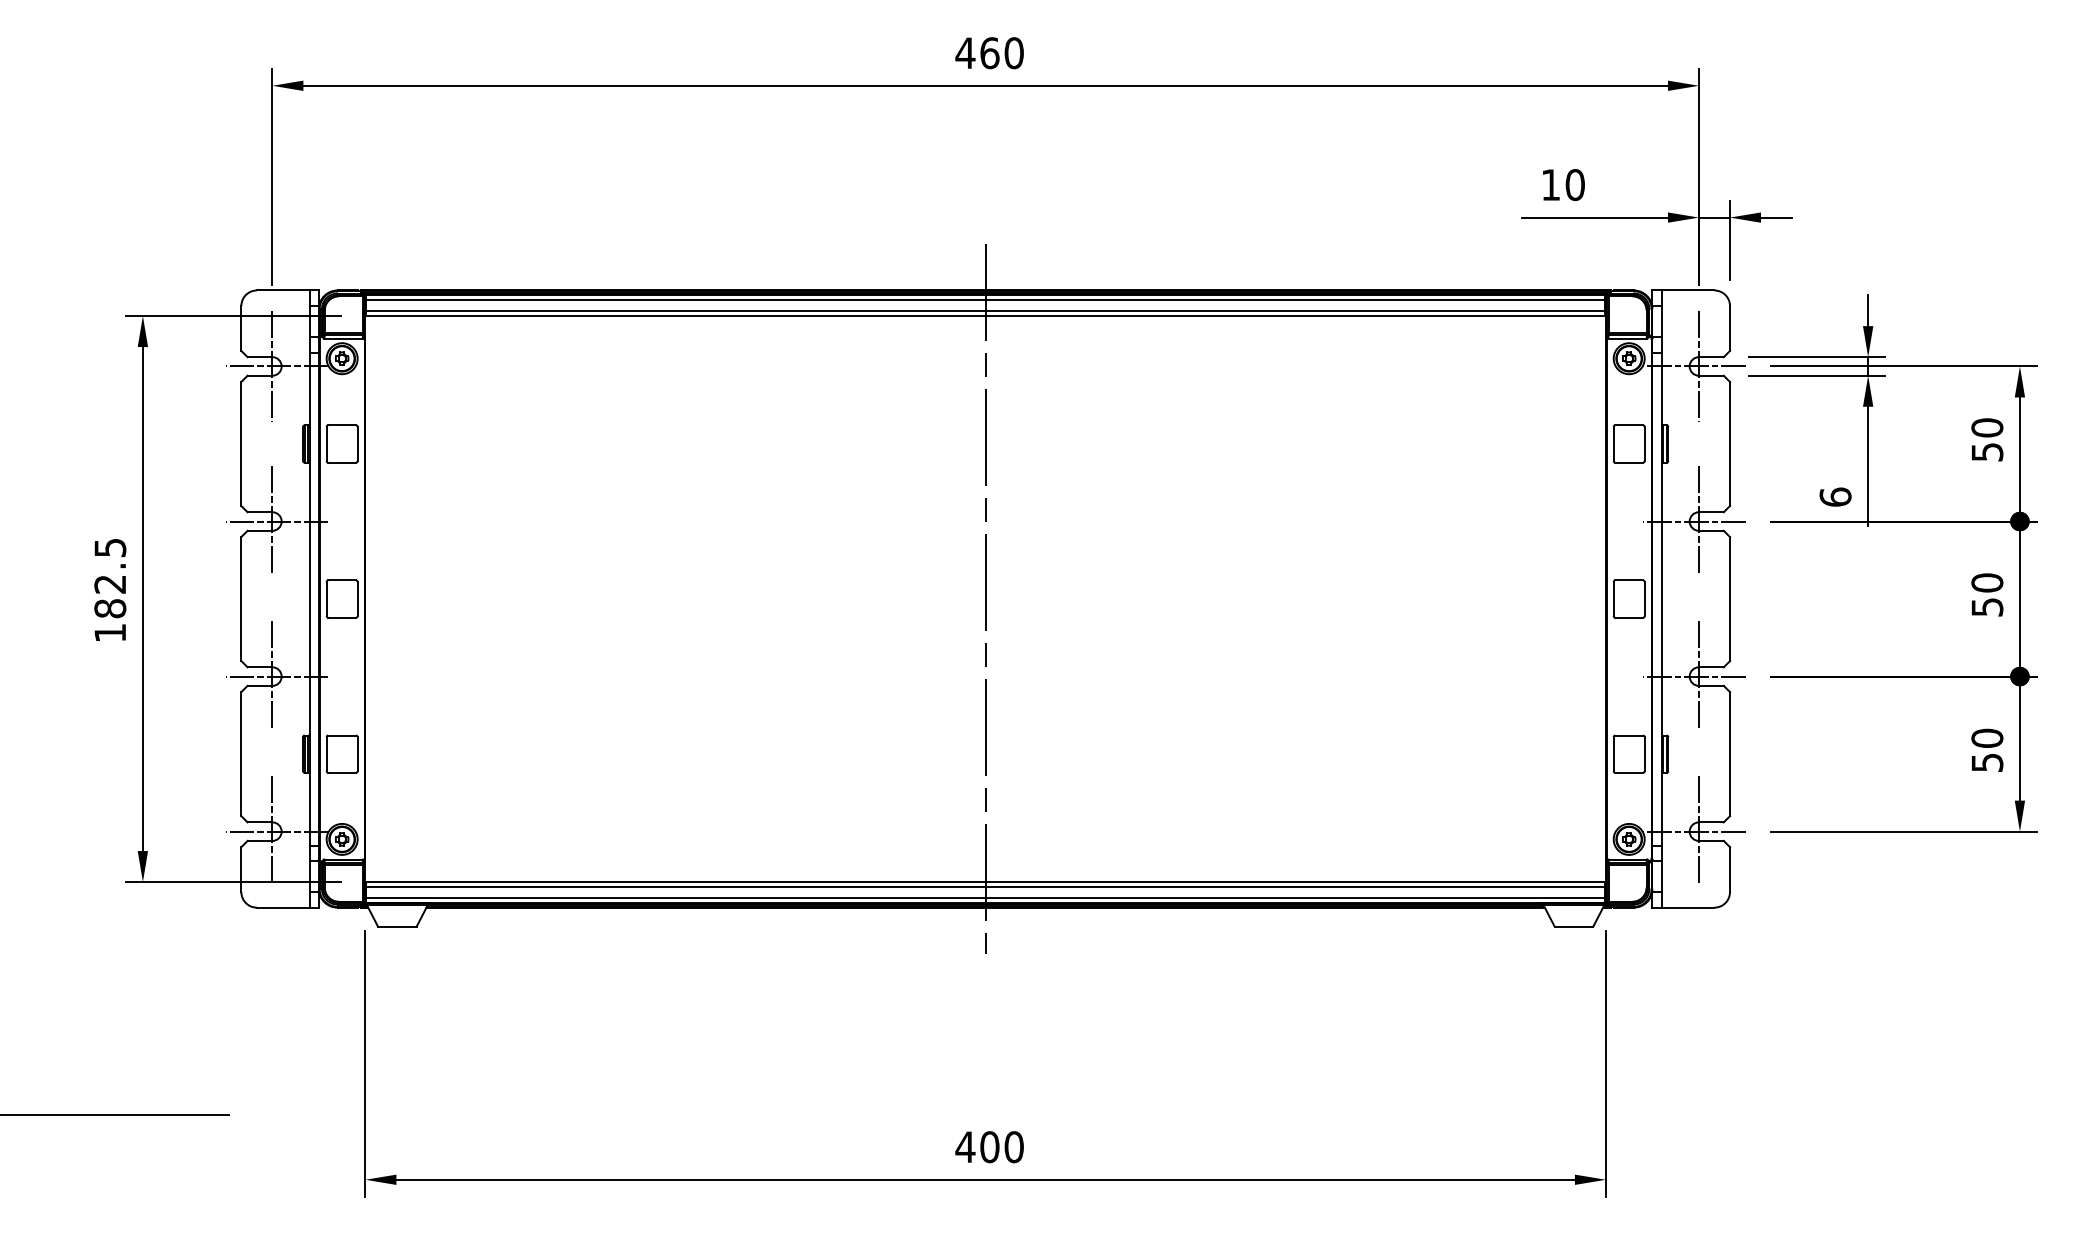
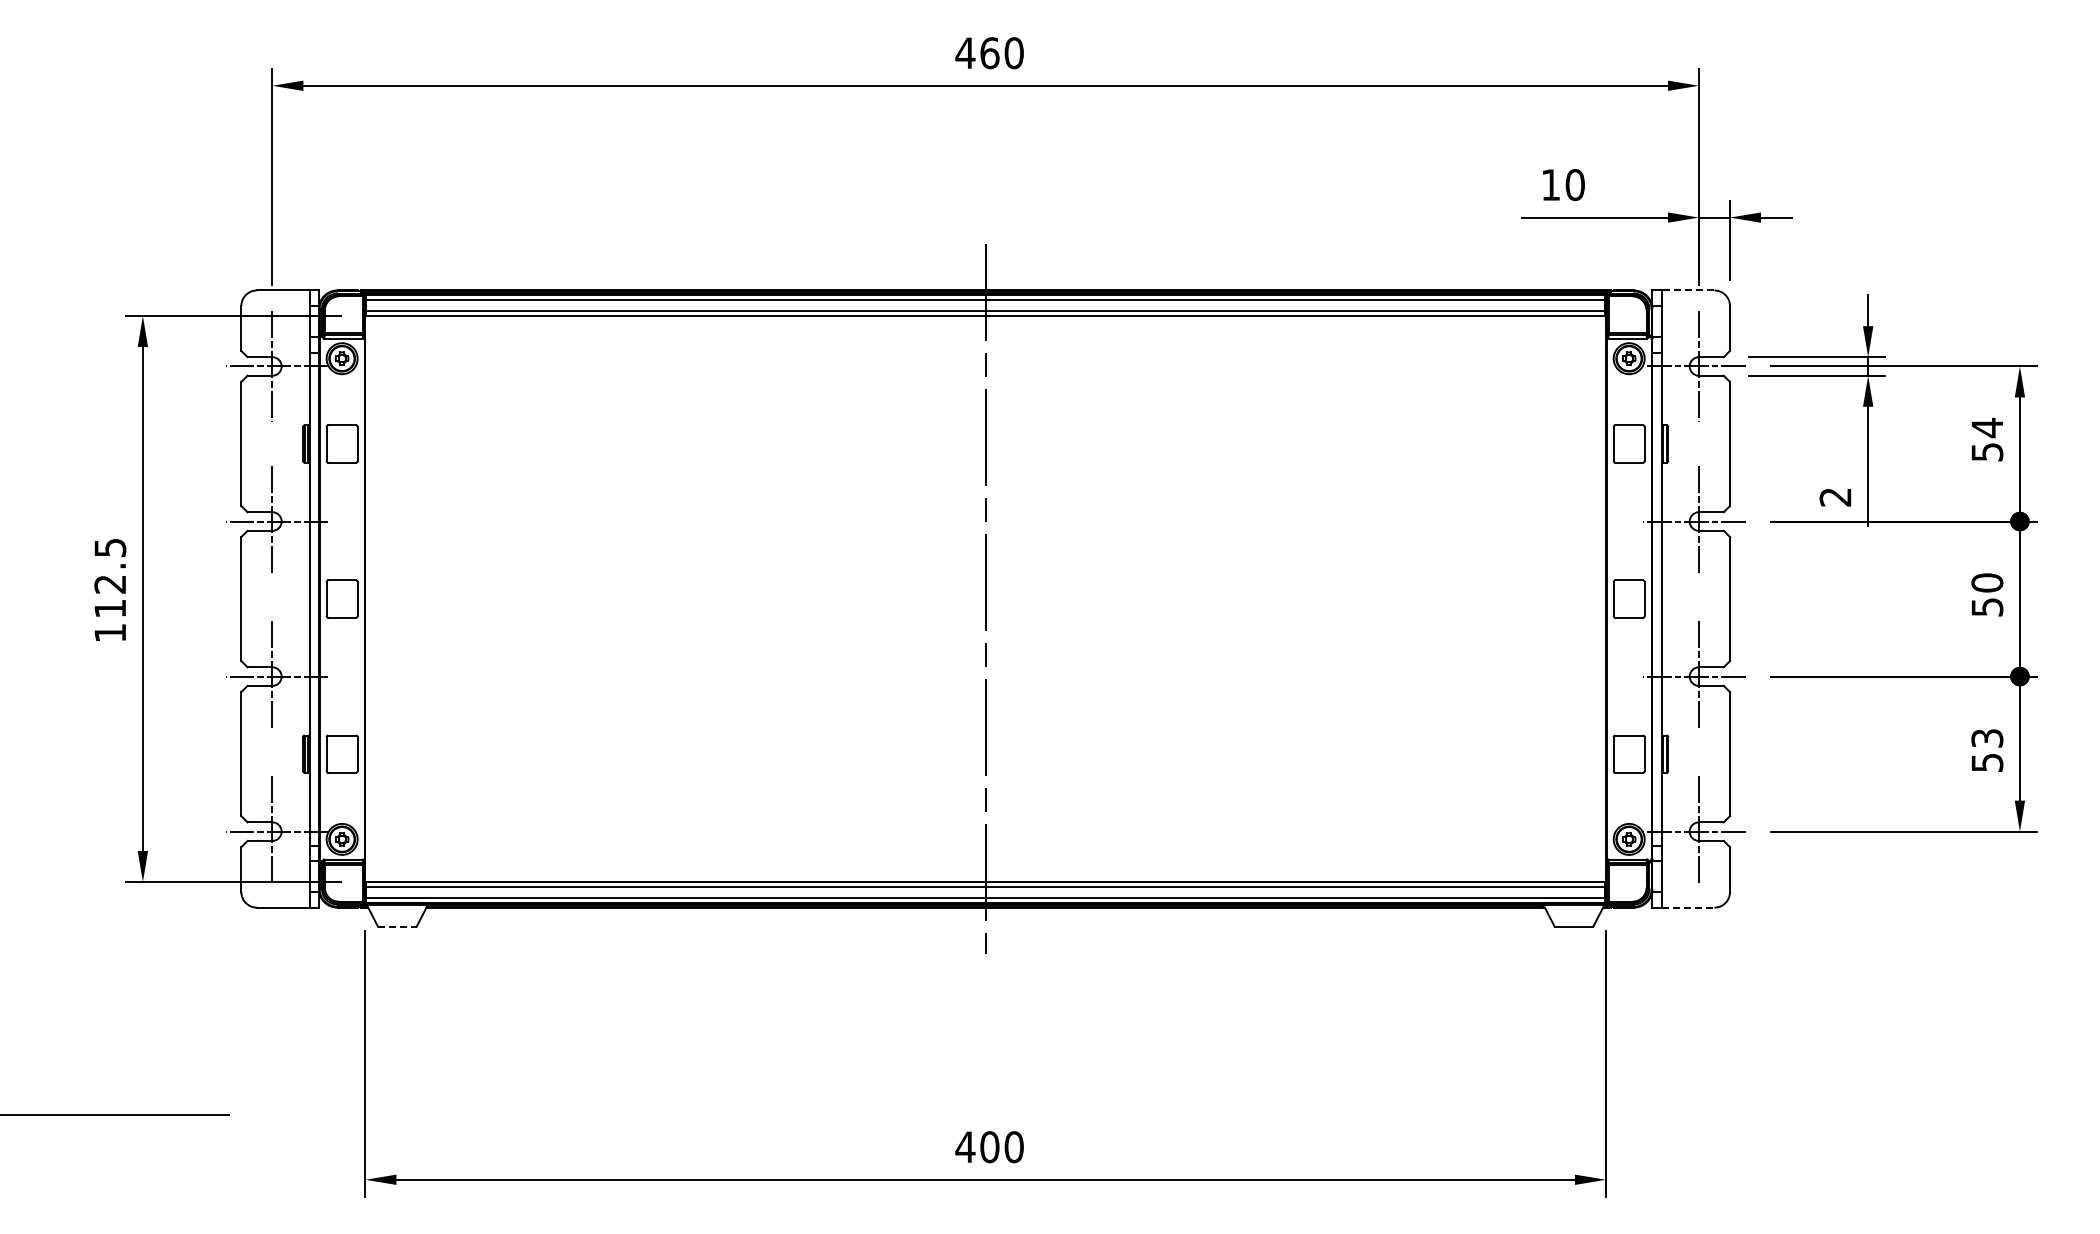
line at (1687, 290): solid -> dashed
text at (1987, 427): 50 -> 54
text at (1835, 496): 6 -> 2
text at (110, 608): 182.5 -> 112.5
text at (1987, 737): 50 -> 53
line at (1688, 907): solid -> dashed
line at (397, 926): solid -> dashed
